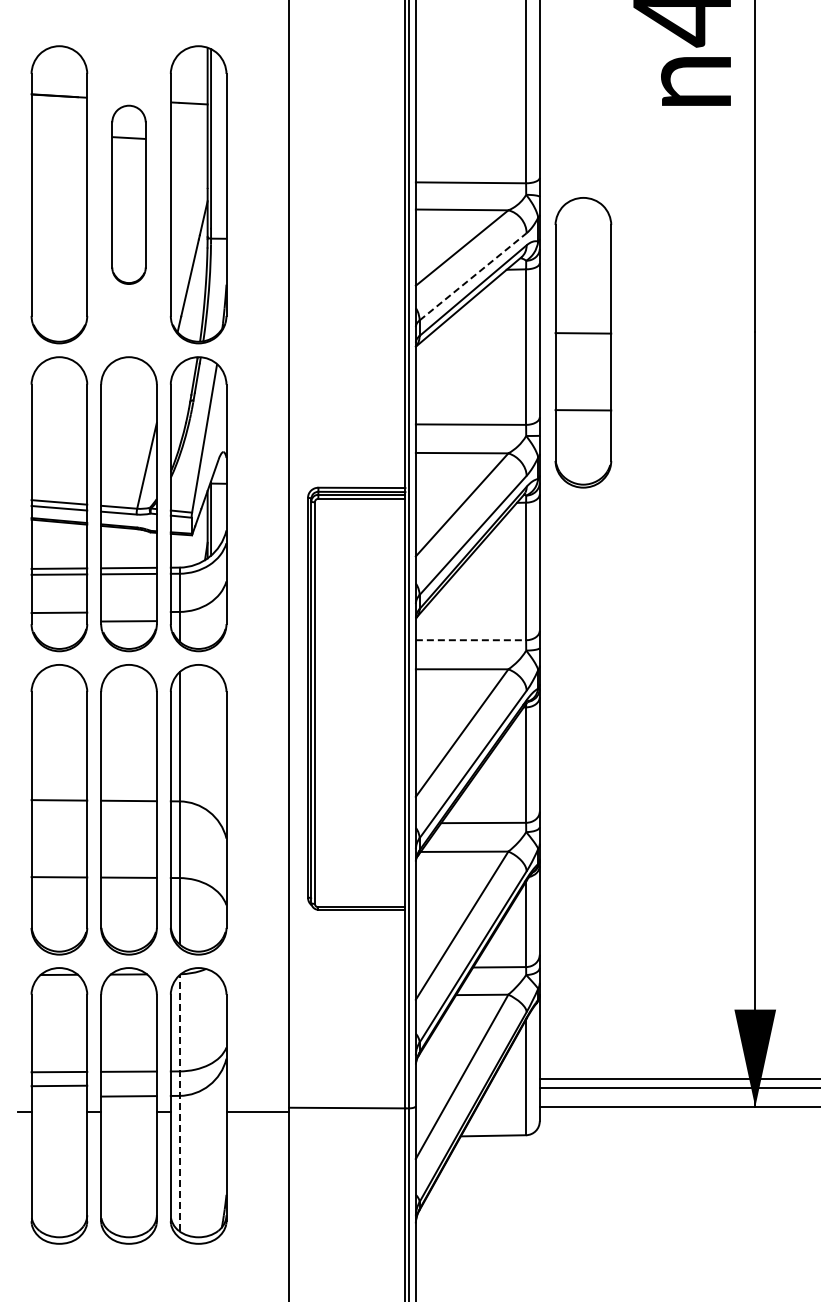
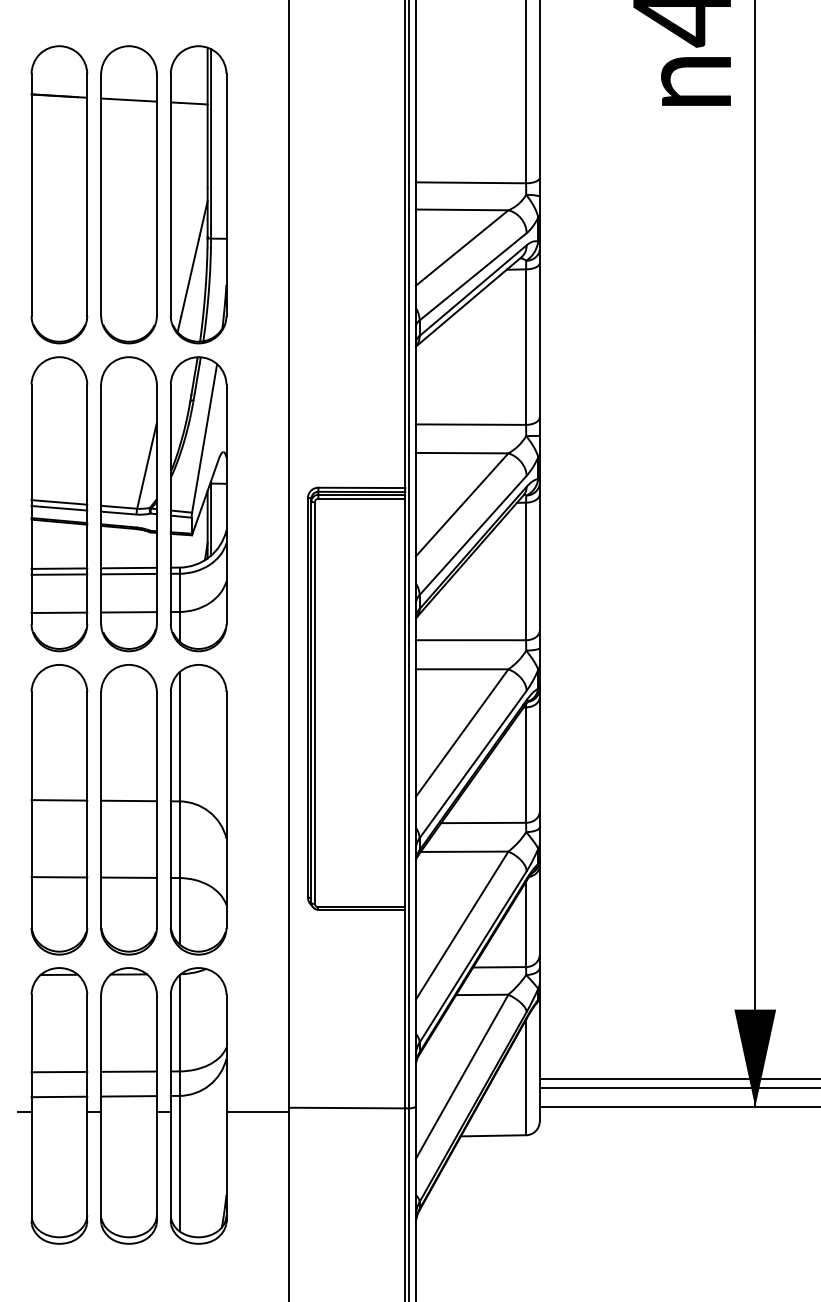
part at (128, 194) size: 36x181 px -> 58x300 px
line at (473, 276): dashed -> solid
part at (583, 342): present -> none
line at (128, 621) position: (128, 621) -> (128, 612)
line at (471, 640): dashed -> solid
line at (59, 1085) position: (59, 1085) -> (59, 1096)
line at (179, 1102): dashed -> solid
